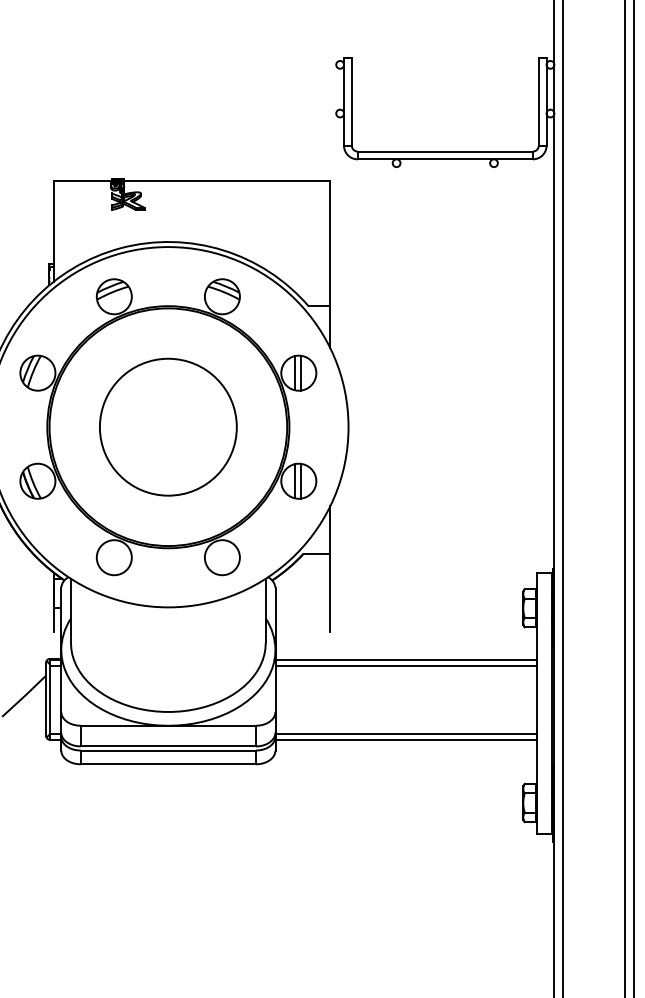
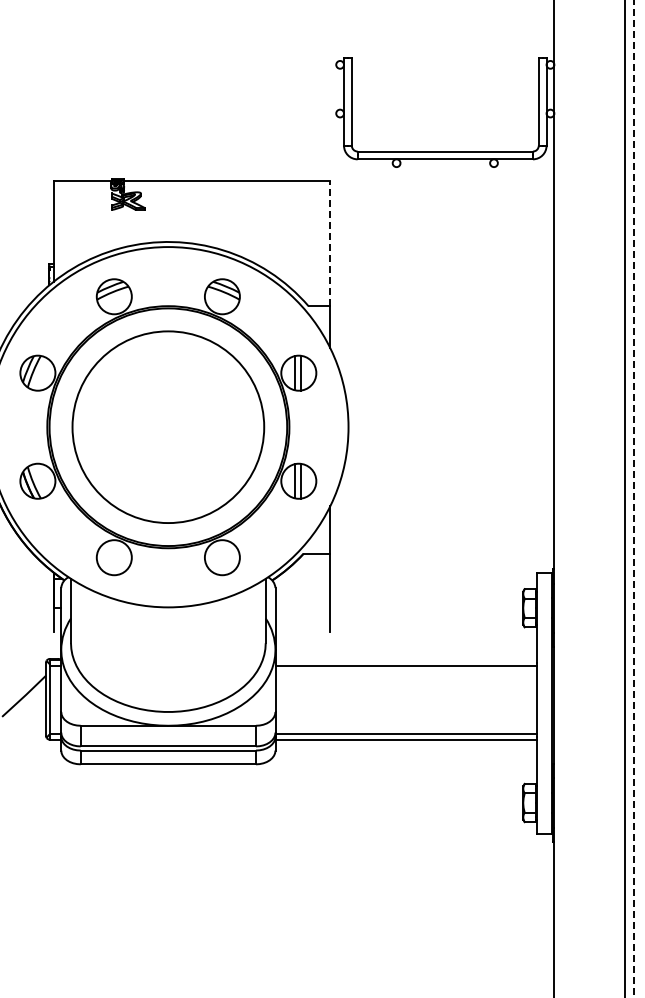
line at (330, 243): solid -> dashed
circle at (167, 426) diameter: 137 px -> 192 px
line at (563, 498): present -> none
line at (634, 499): solid -> dashed
line at (405, 659): present -> none
